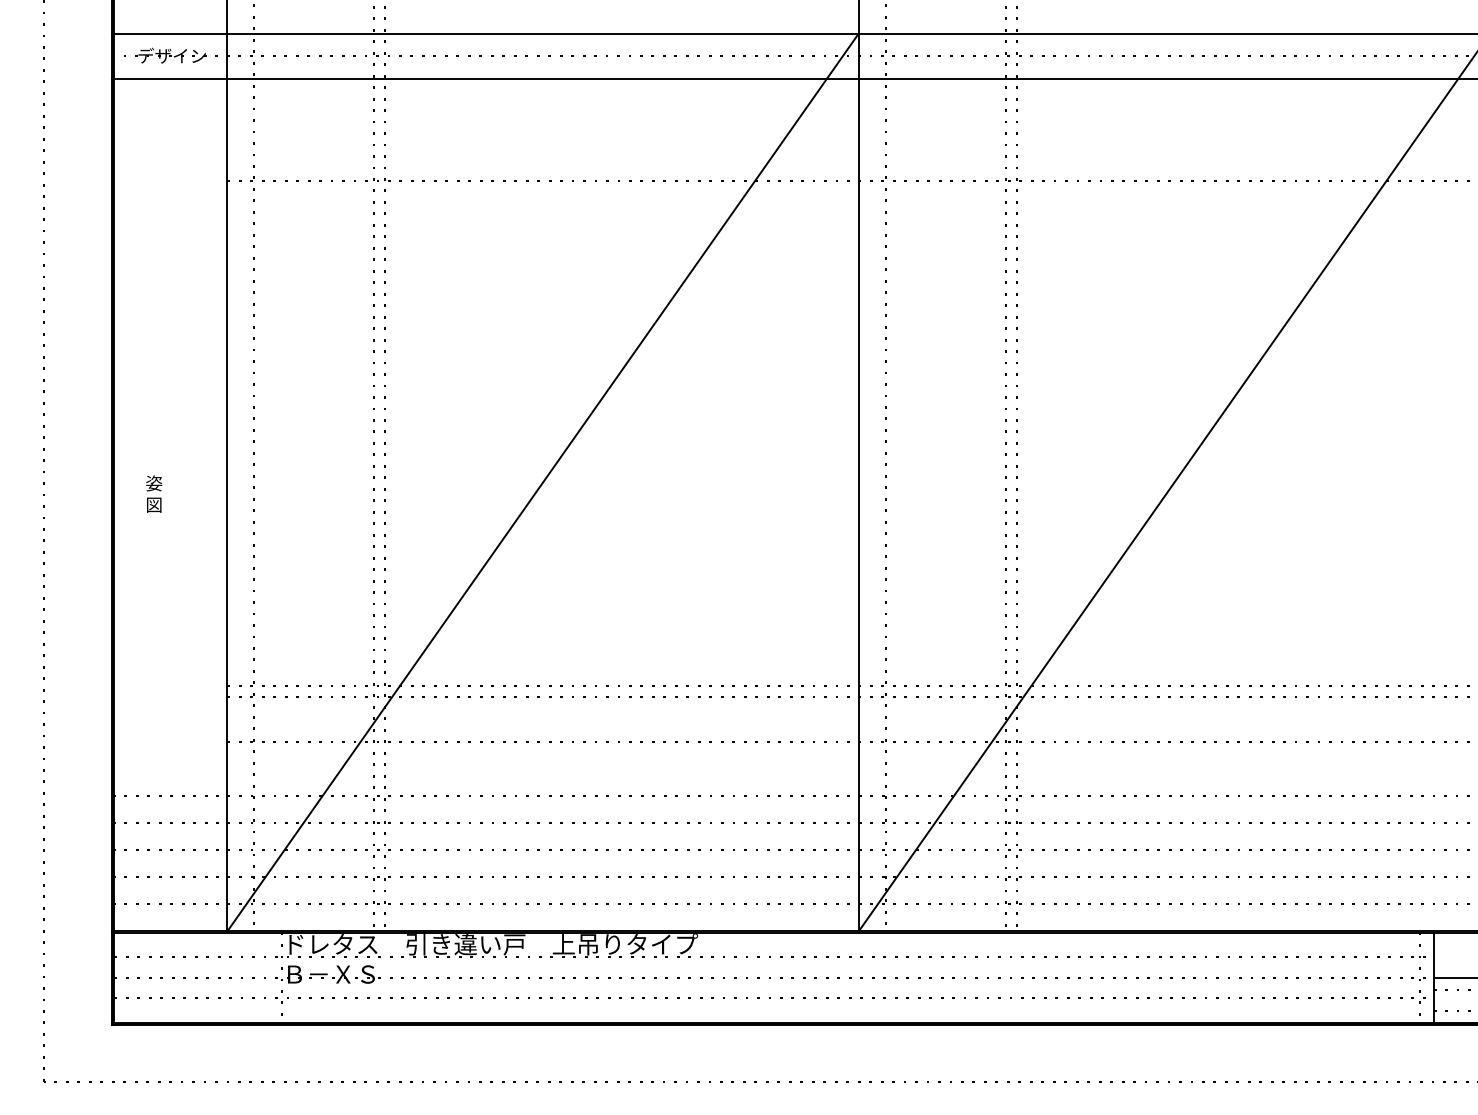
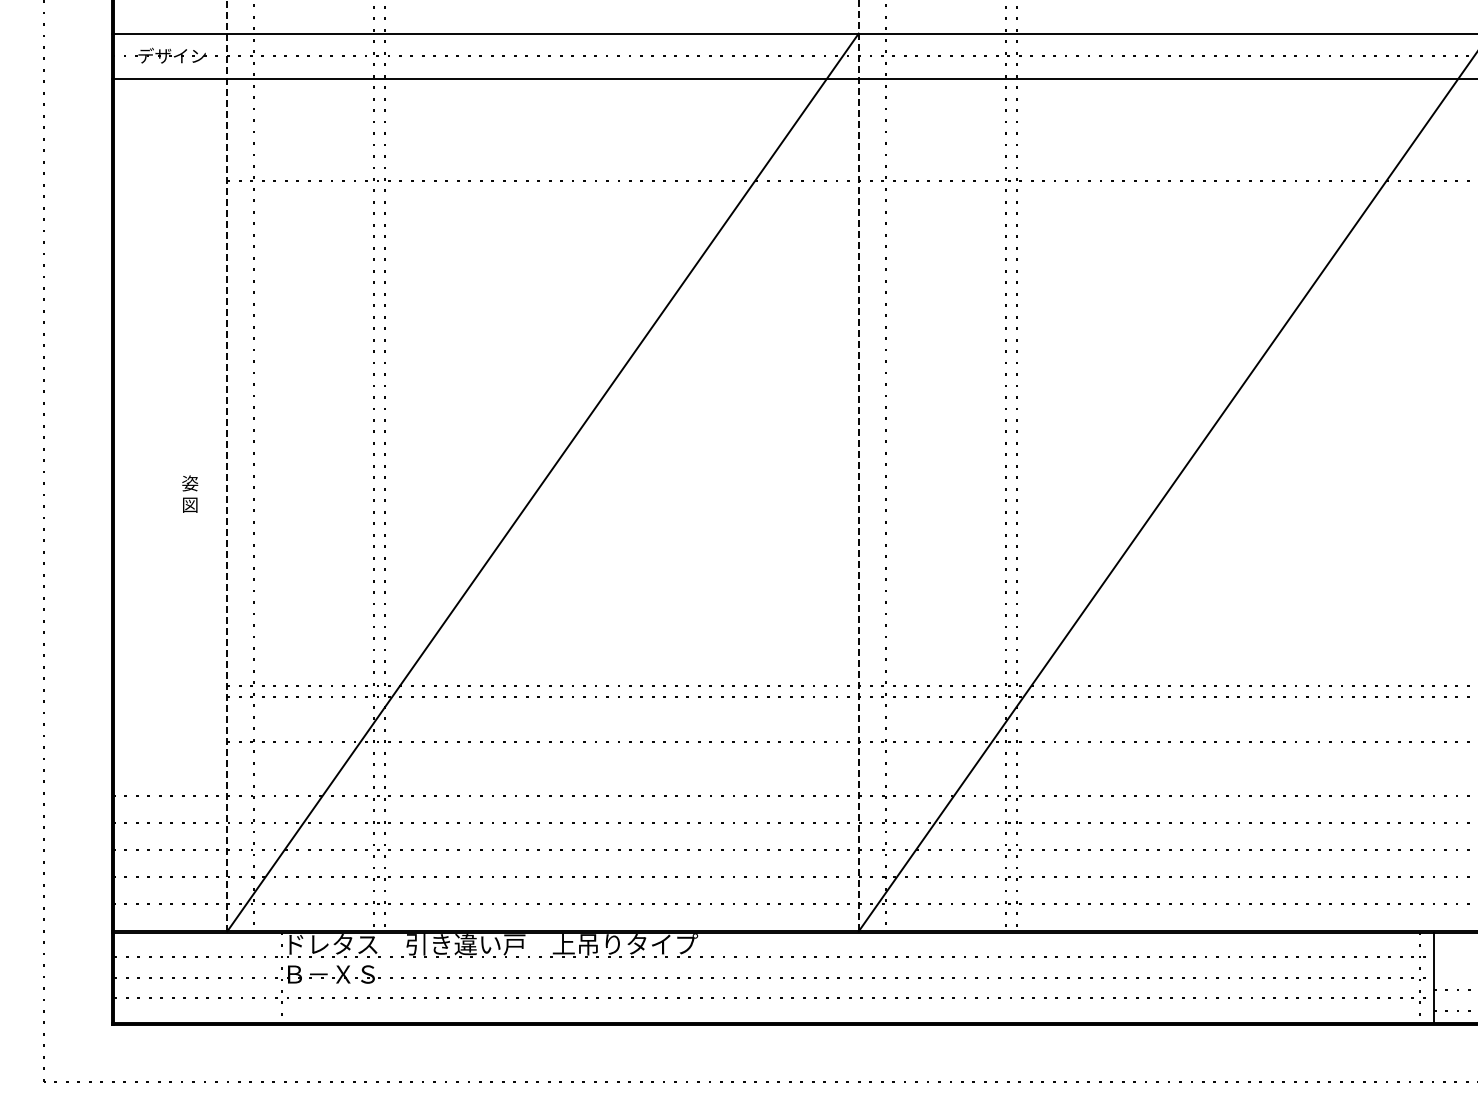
line at (858, 465): solid -> dashed
line at (227, 466): solid -> dashed
text at (154, 493) position: (154, 493) -> (190, 493)
line at (1453, 977): present -> none
